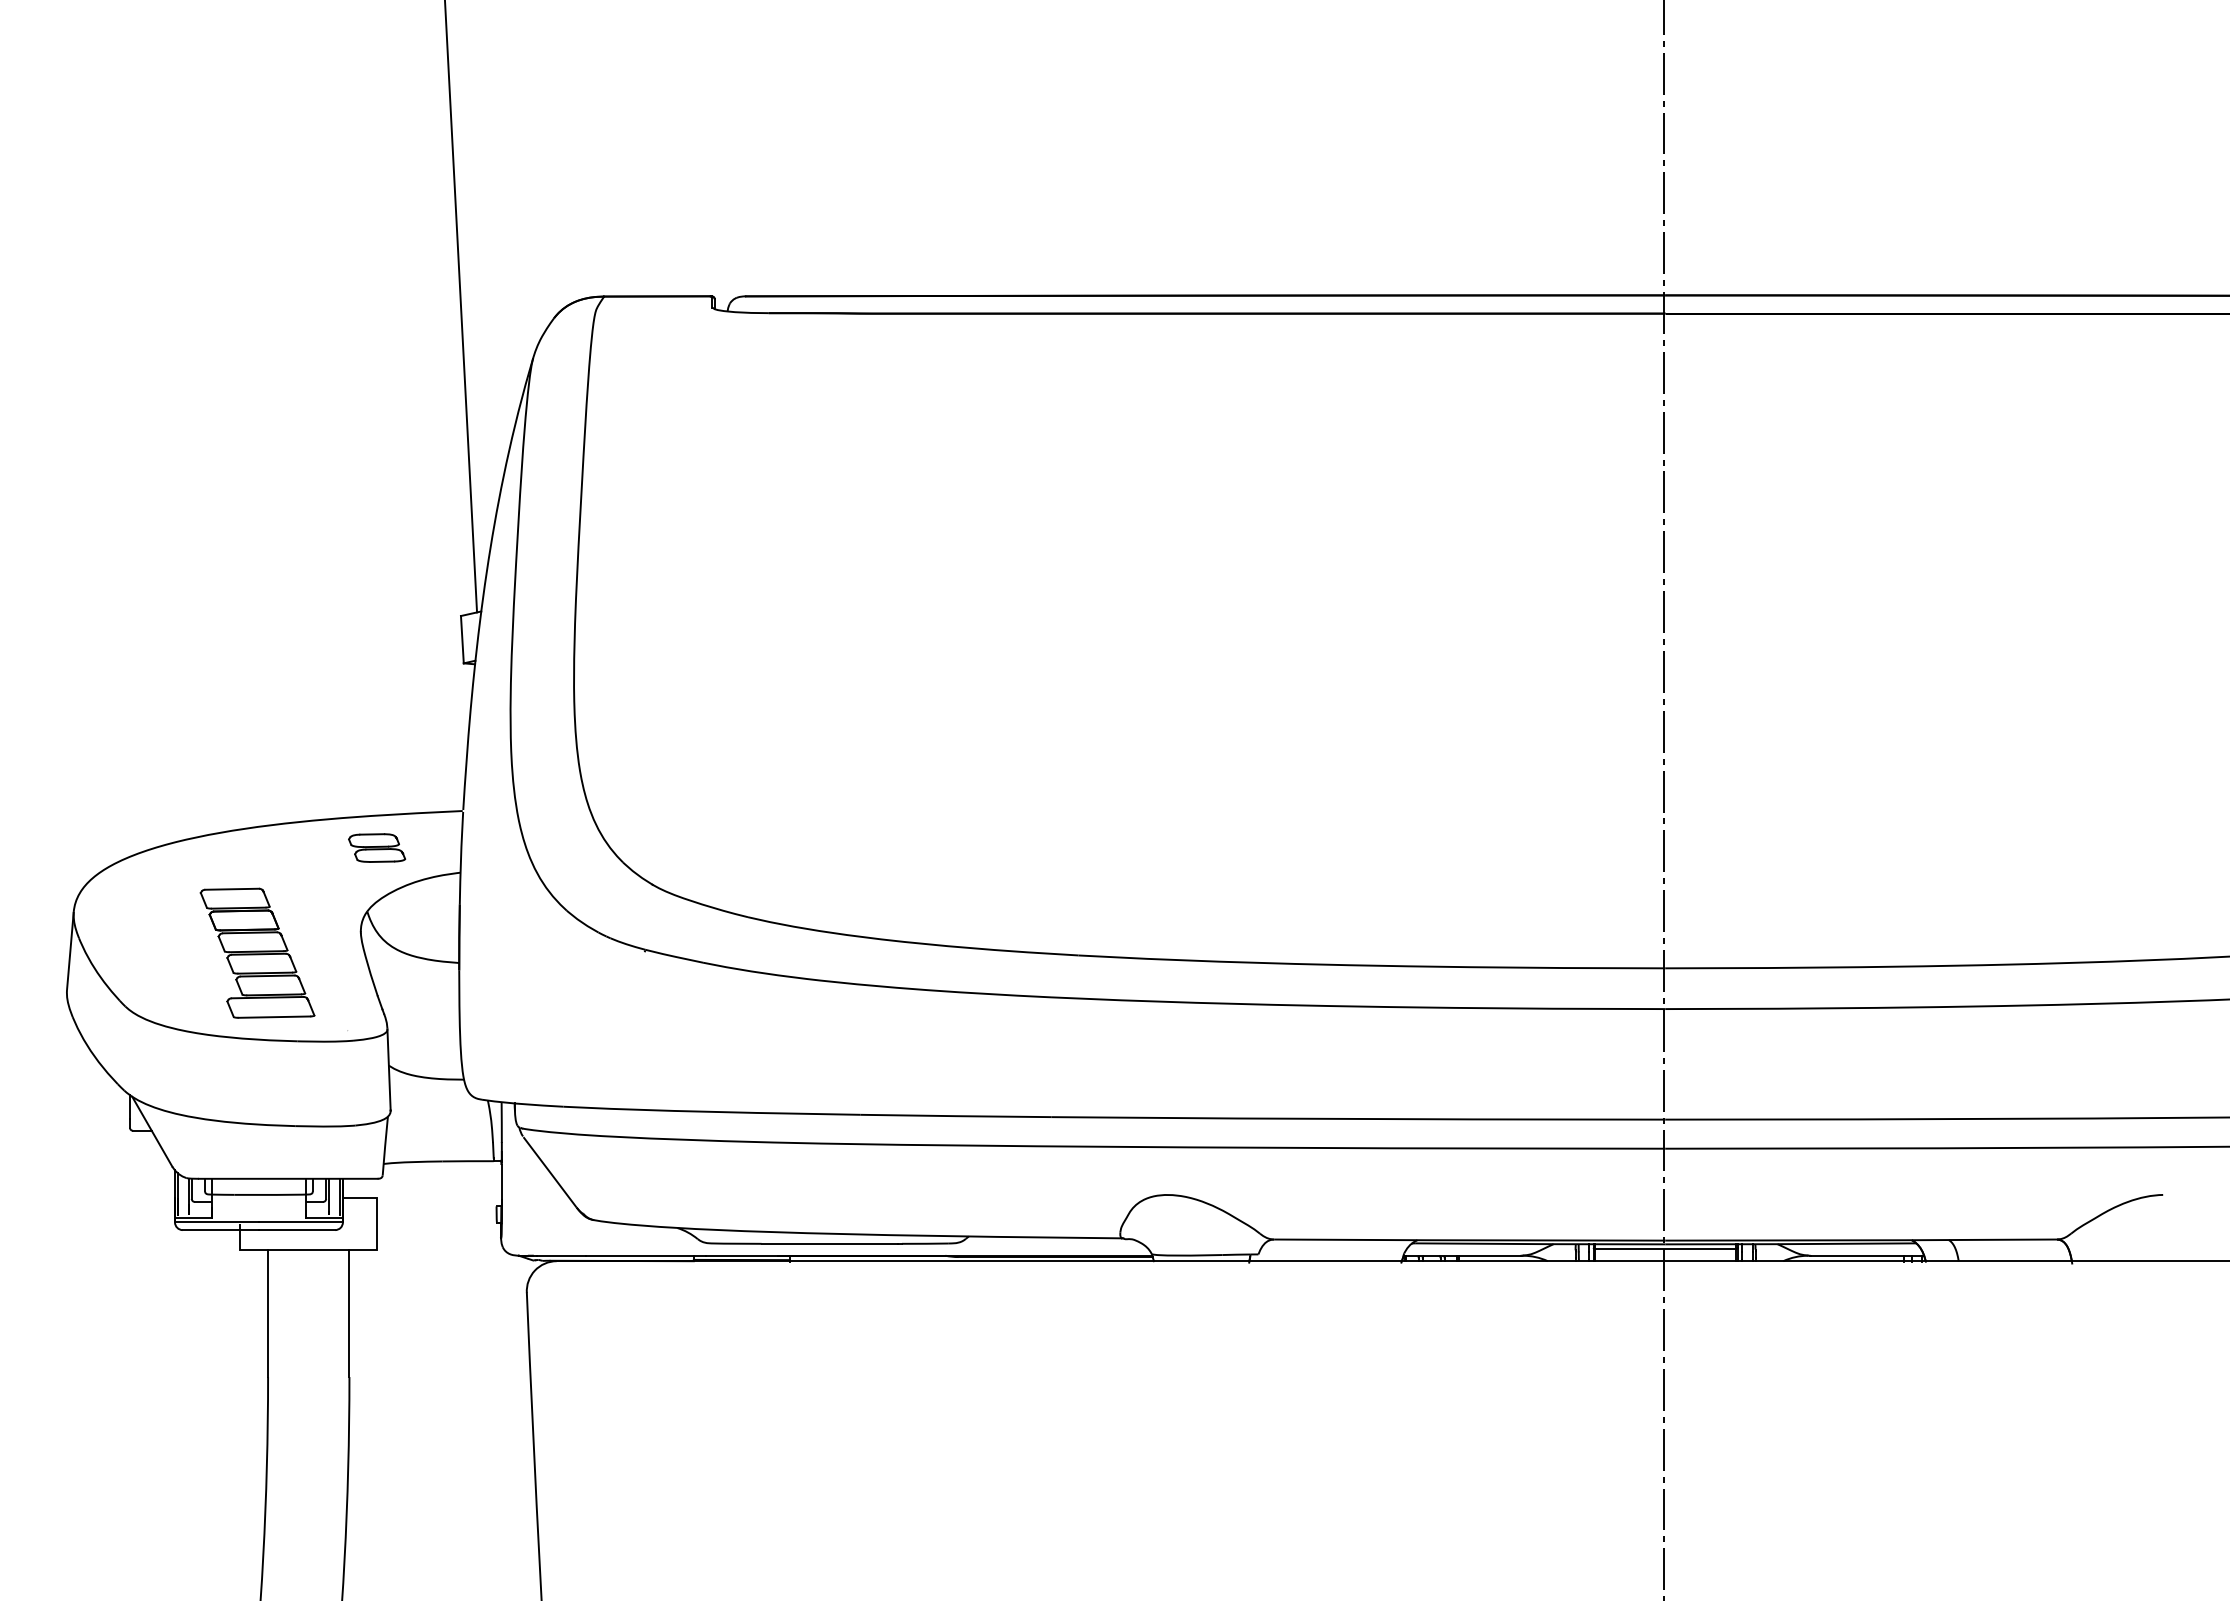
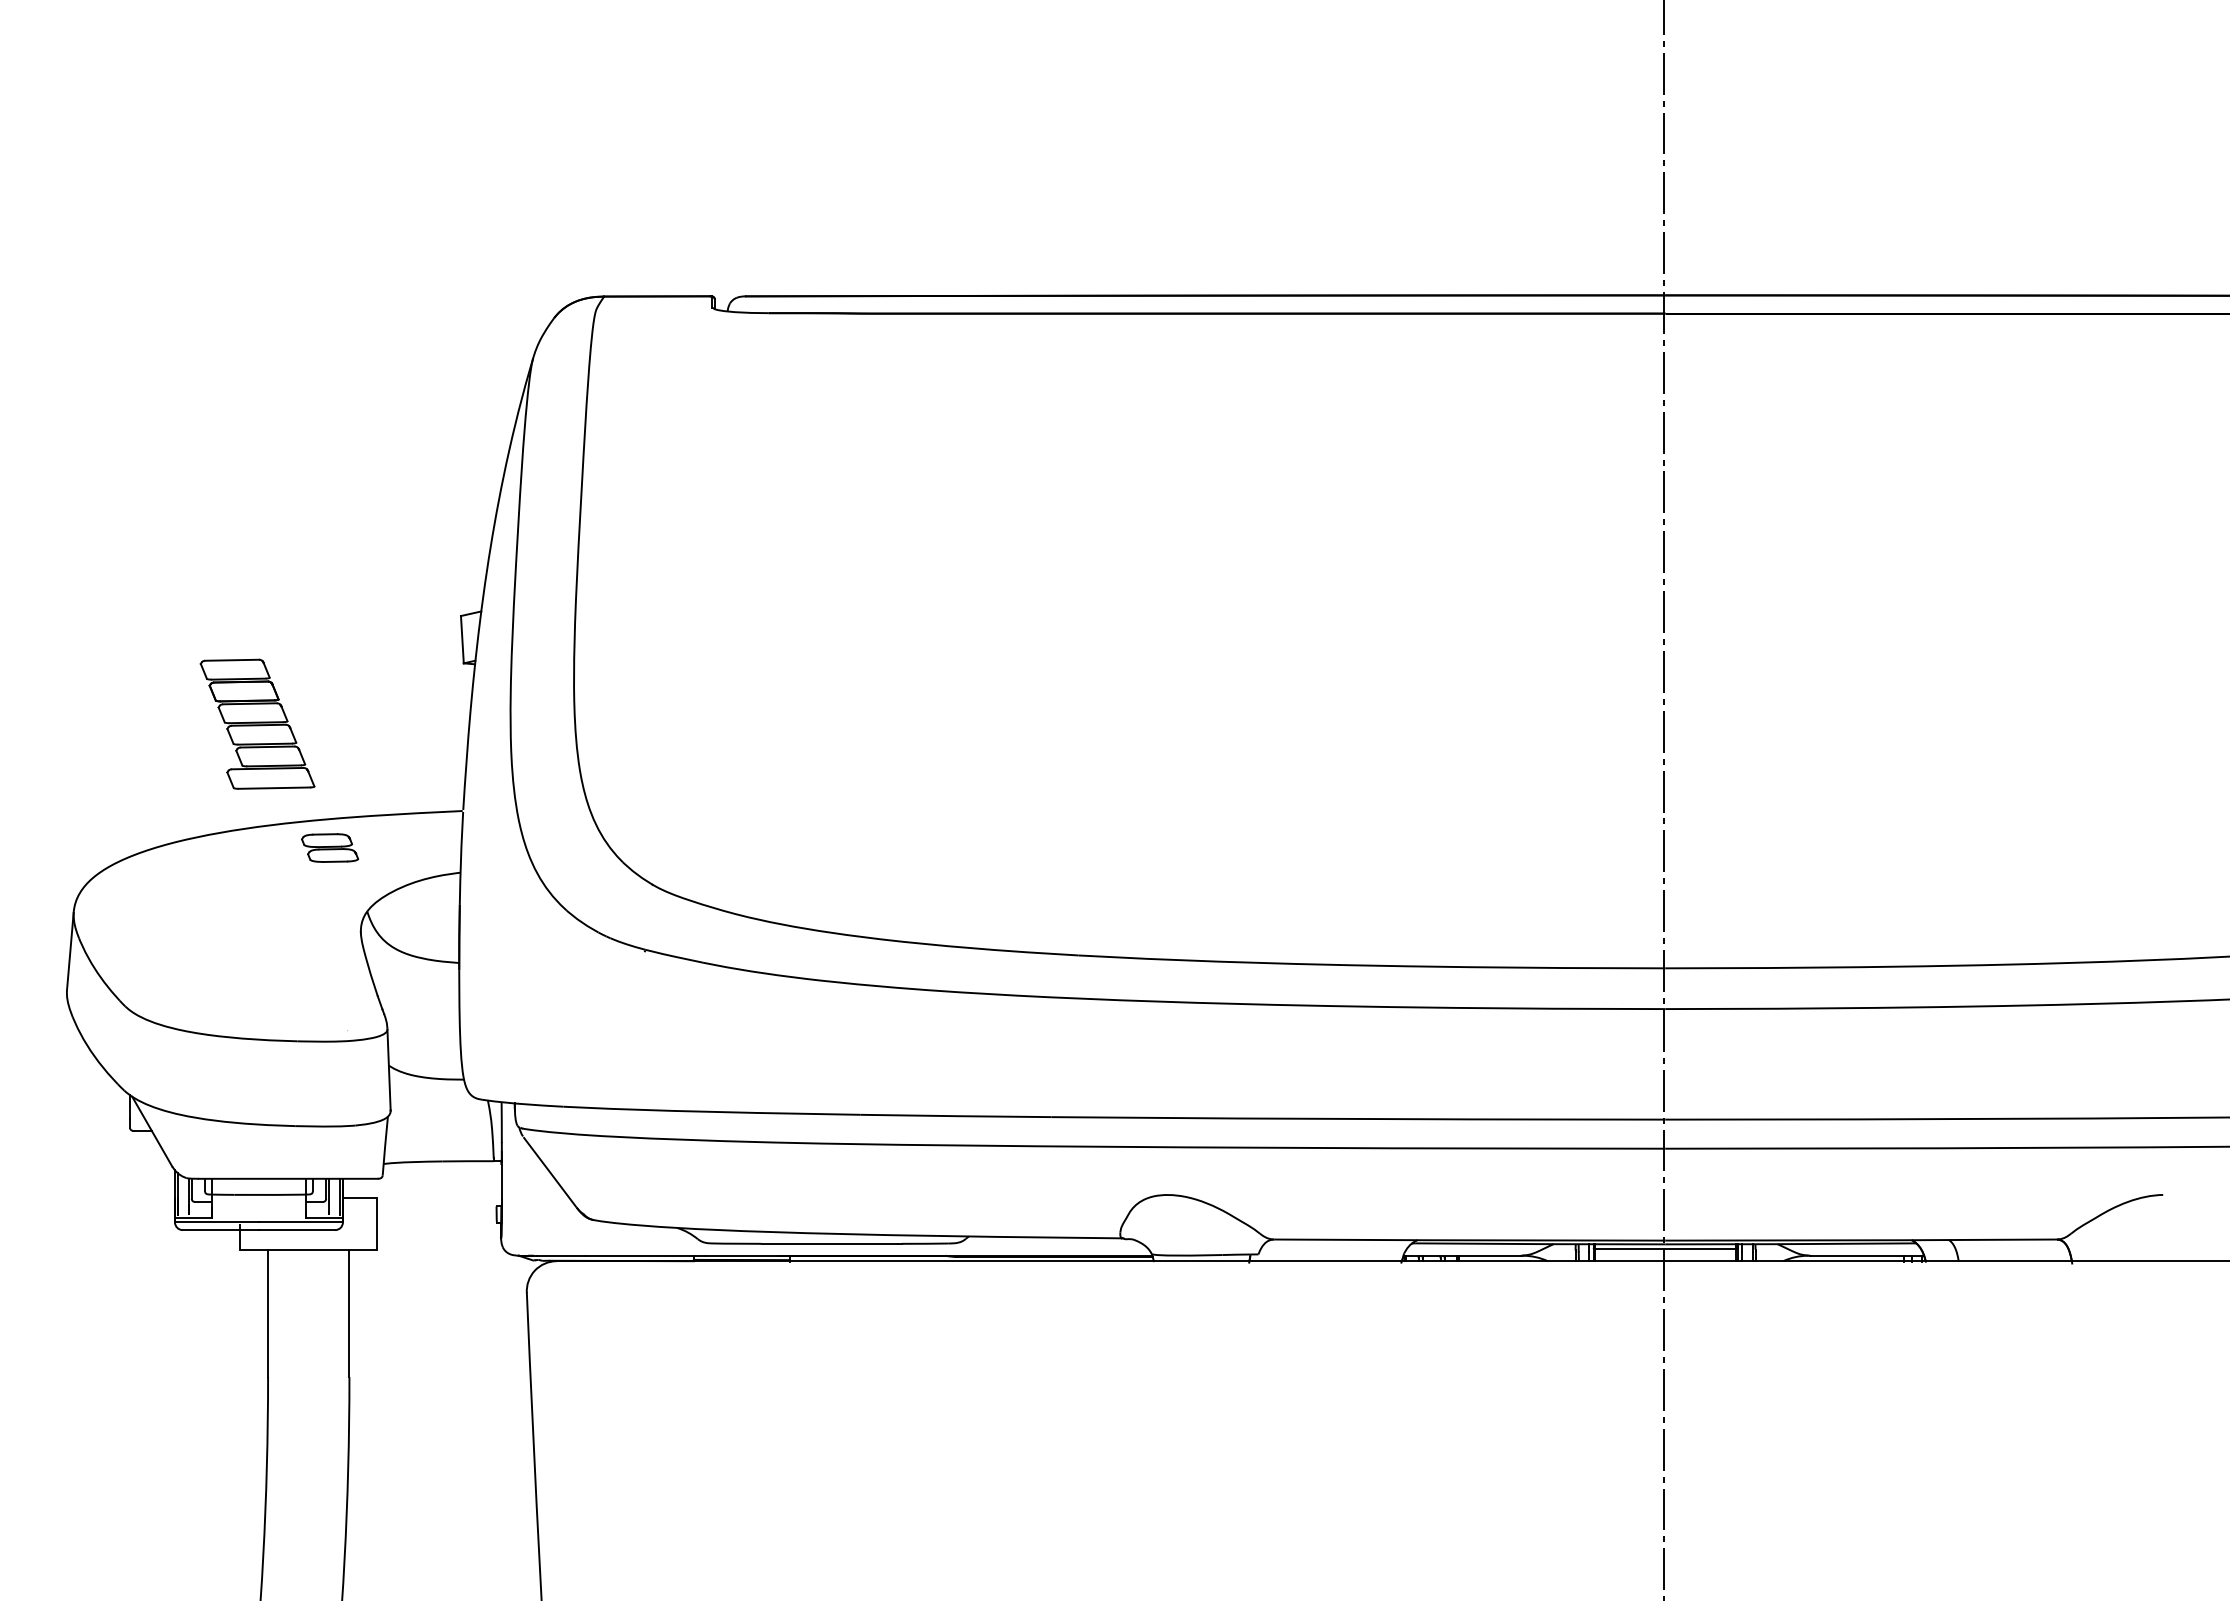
line at (461, 307): present -> none
part at (377, 847) position: (377, 847) -> (330, 847)
part at (257, 952) position: (257, 952) -> (257, 723)
